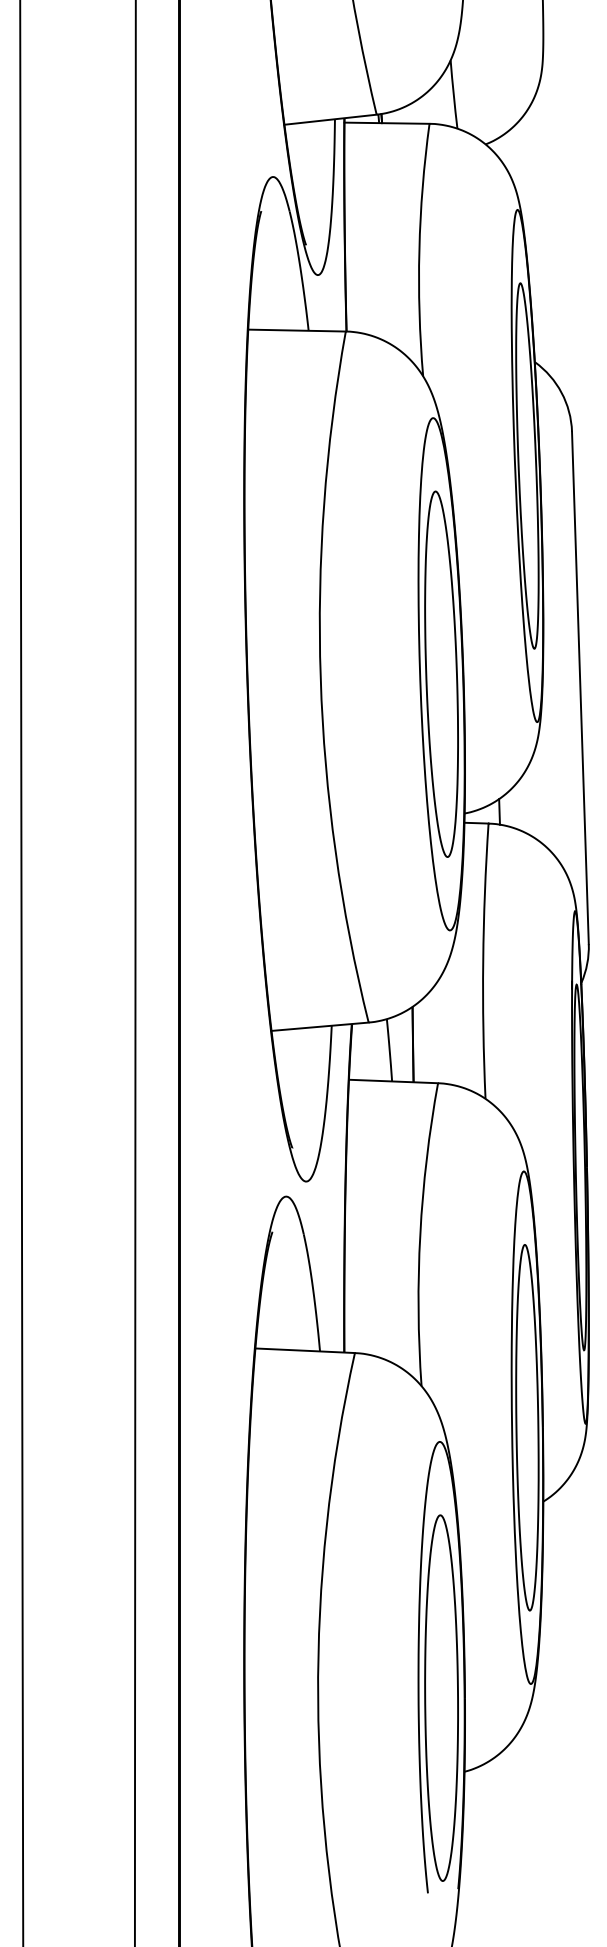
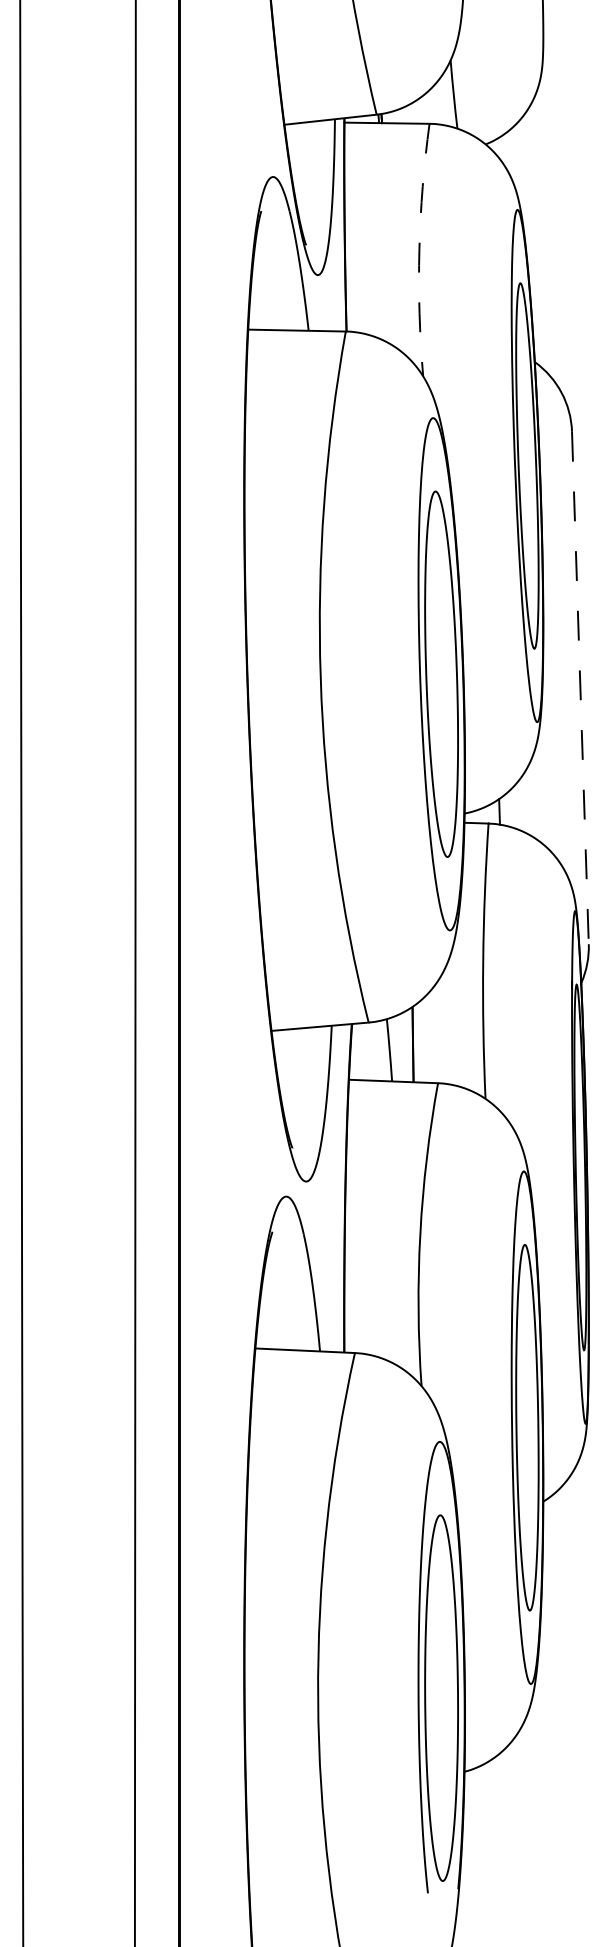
arc at (419, 249): solid -> dashed
line at (580, 688): solid -> dashed
